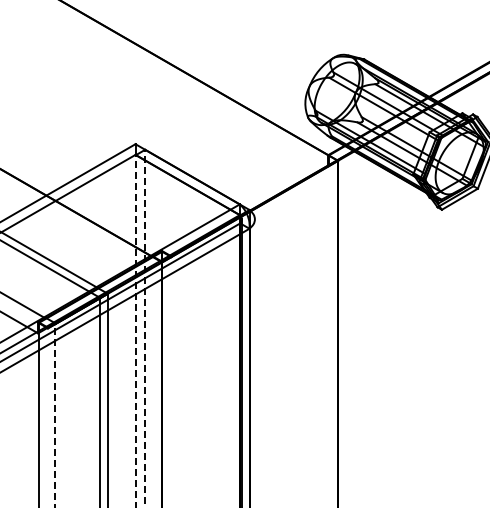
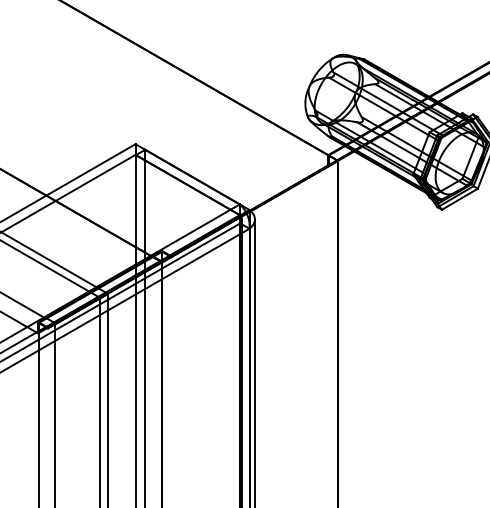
line at (145, 328): dashed -> solid
line at (135, 330): dashed -> solid
line at (254, 361): none -> present
line at (55, 415): dashed -> solid
